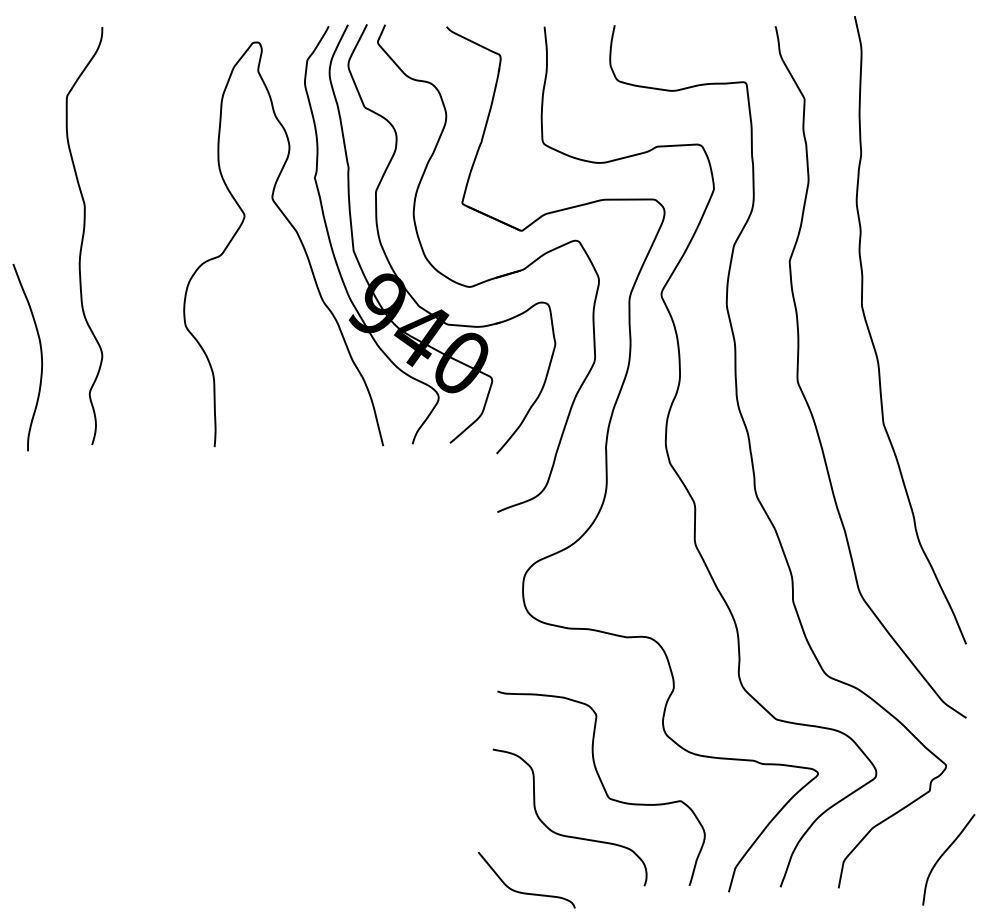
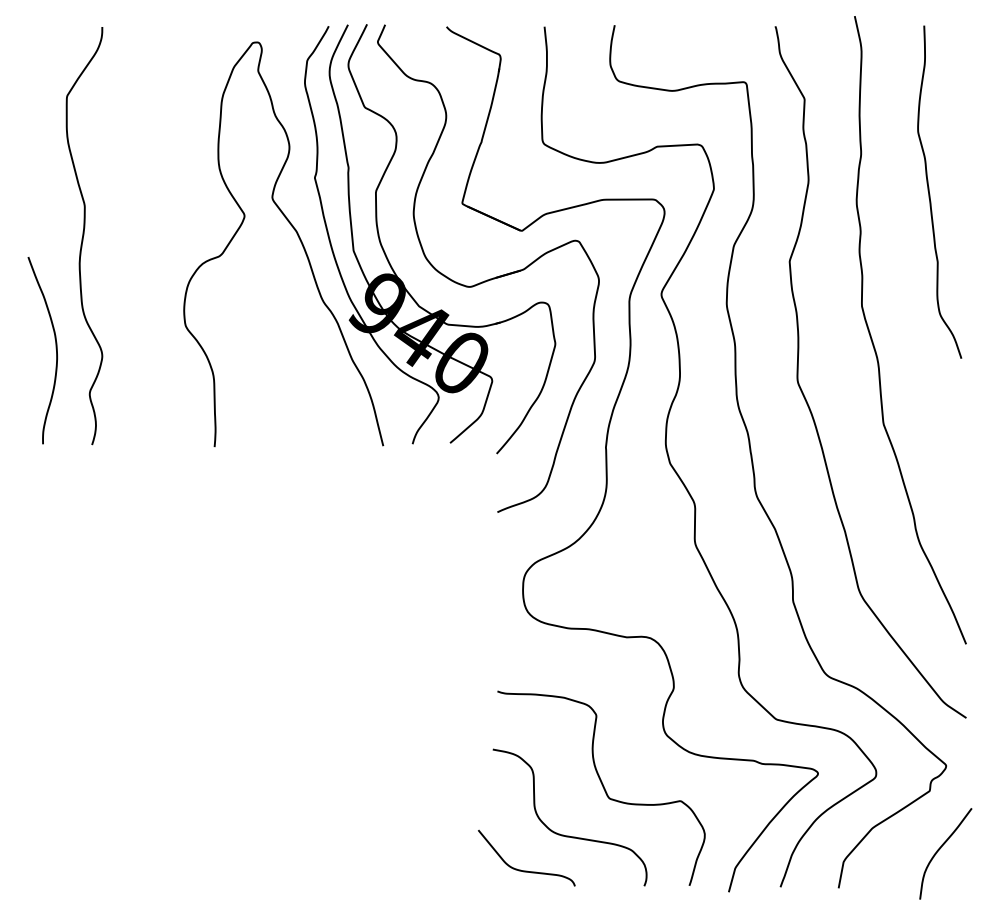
curve at (930, 194): none -> present
curve at (40, 355) position: (40, 355) -> (55, 348)
curve at (944, 854) position: (944, 854) -> (941, 848)
curve at (526, 892) position: (526, 892) -> (526, 870)
